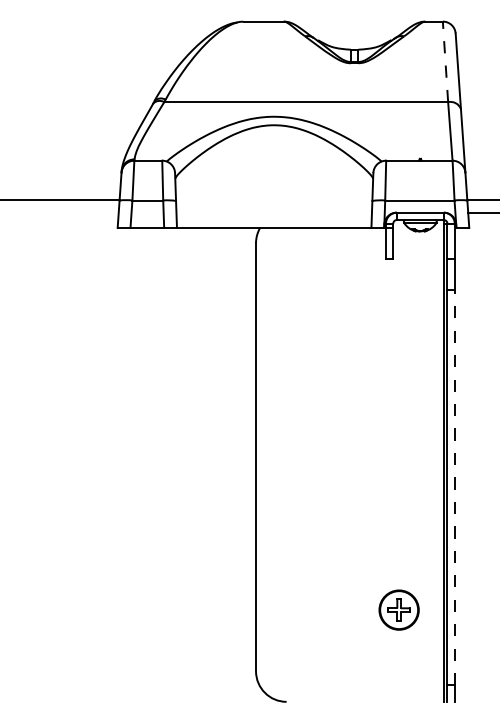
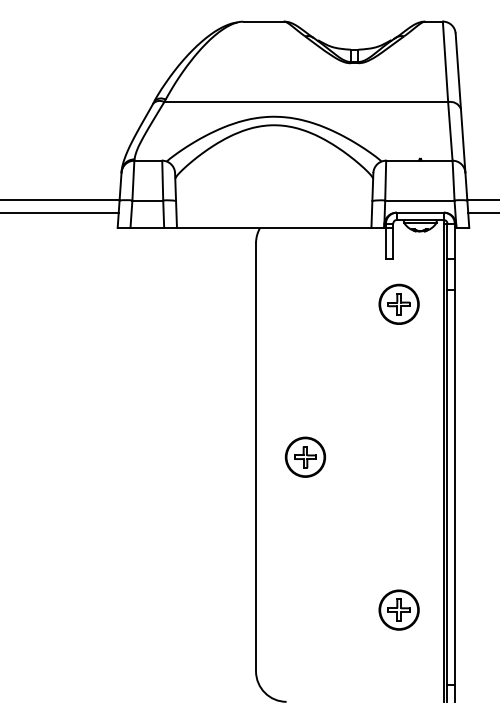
line at (445, 61): dashed -> solid
line at (60, 212): none -> present
part at (398, 303): none -> present
part at (305, 456): none -> present
line at (454, 487): dashed -> solid
